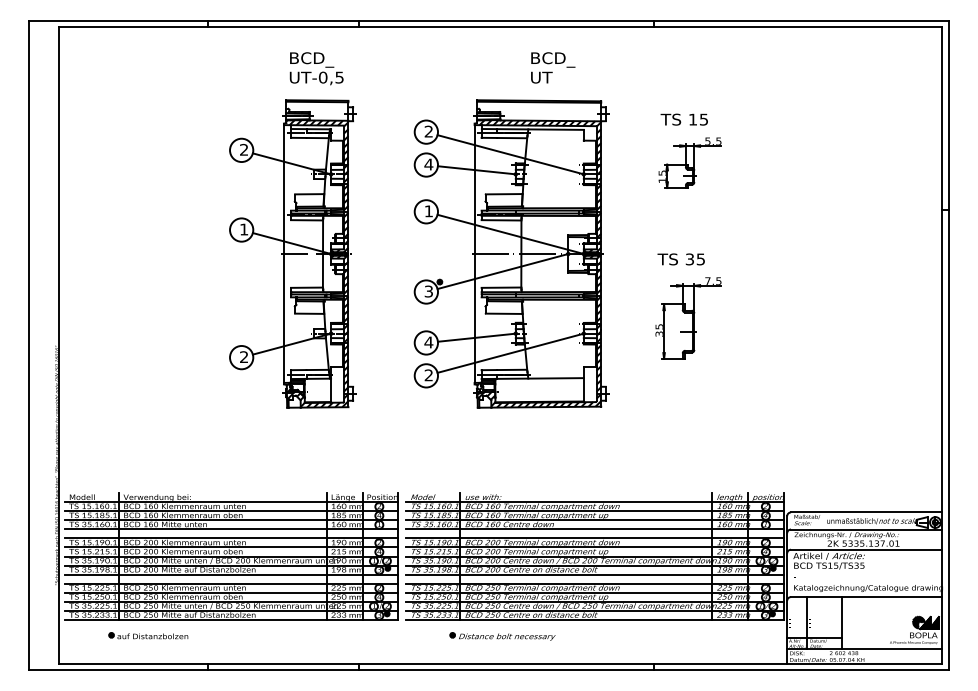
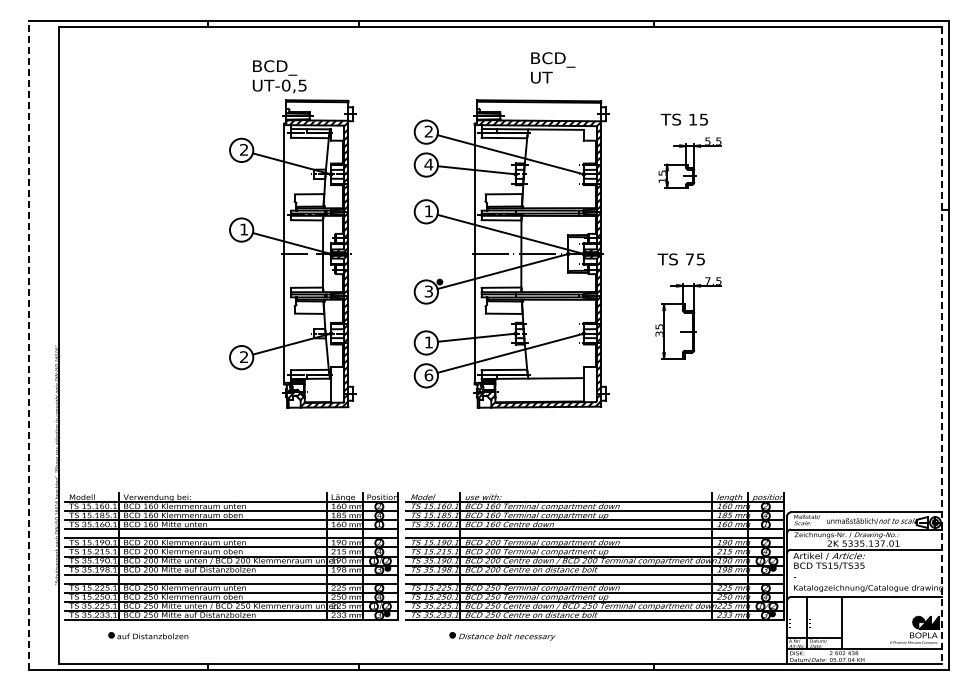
text at (316, 68) position: (316, 68) -> (279, 76)
text at (689, 259): 35 -> 75
text at (428, 342): 4 -> 1
line at (29, 345): solid -> dashed
line at (942, 345): solid -> dashed
text at (428, 375): 2 -> 6
